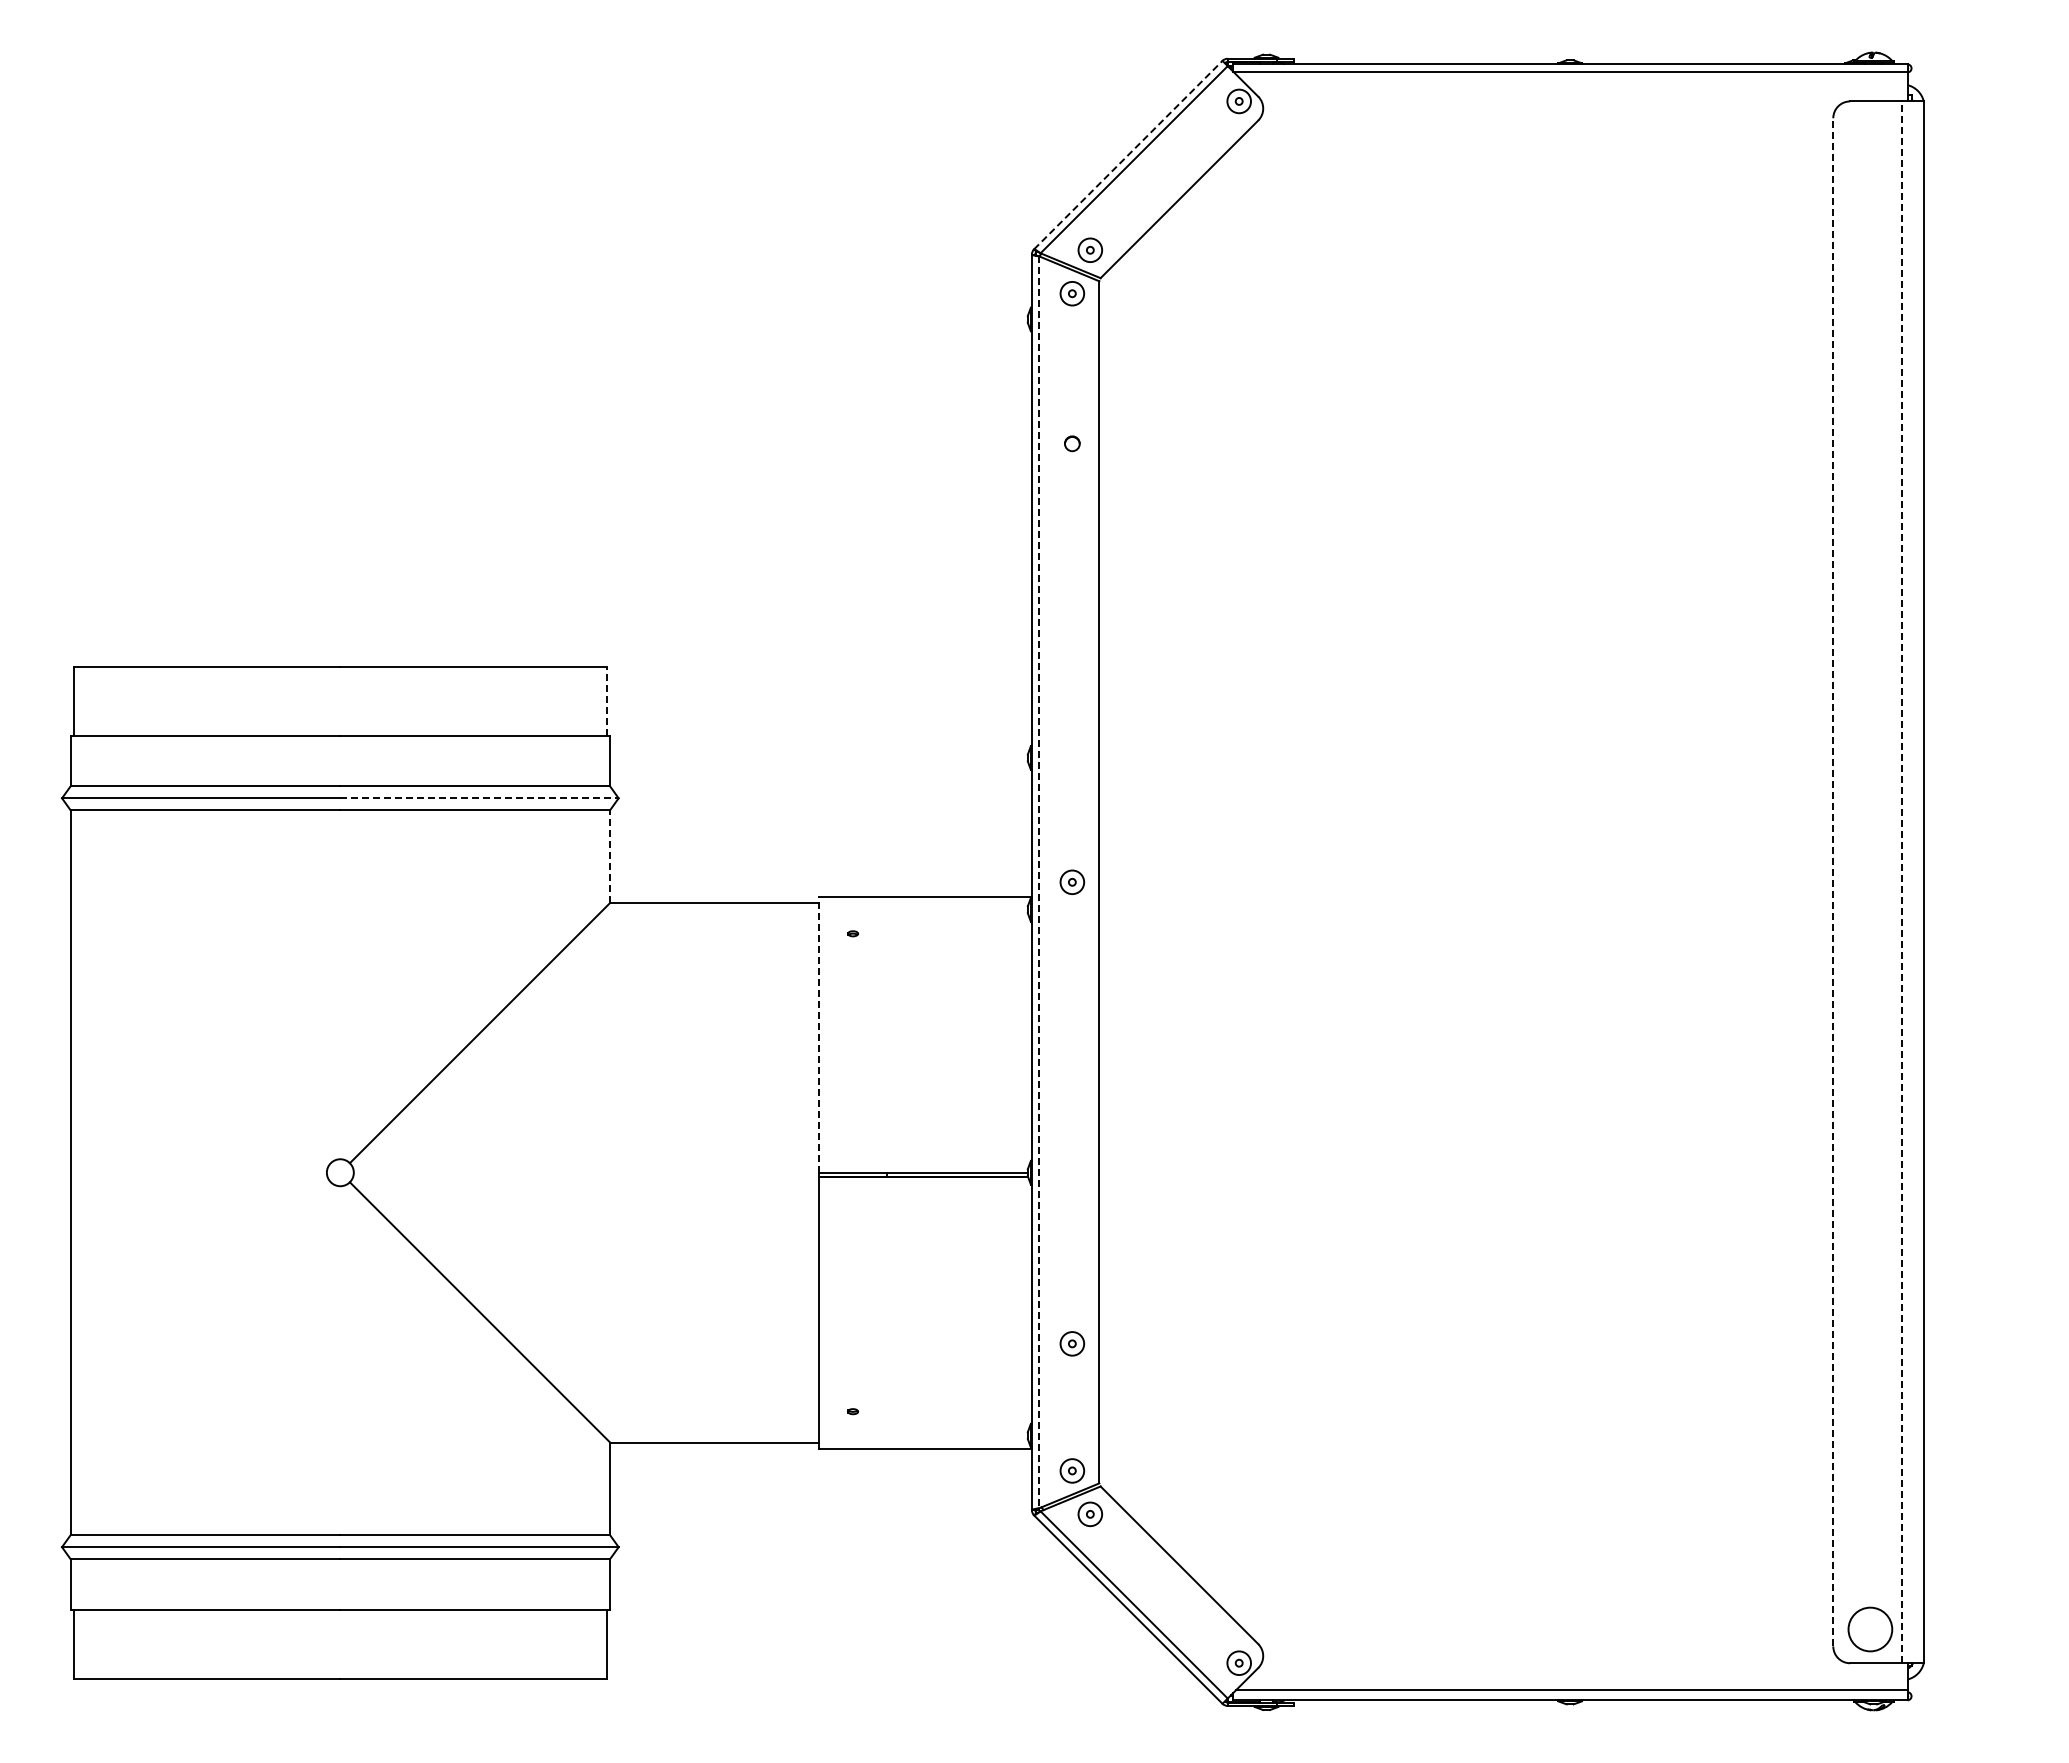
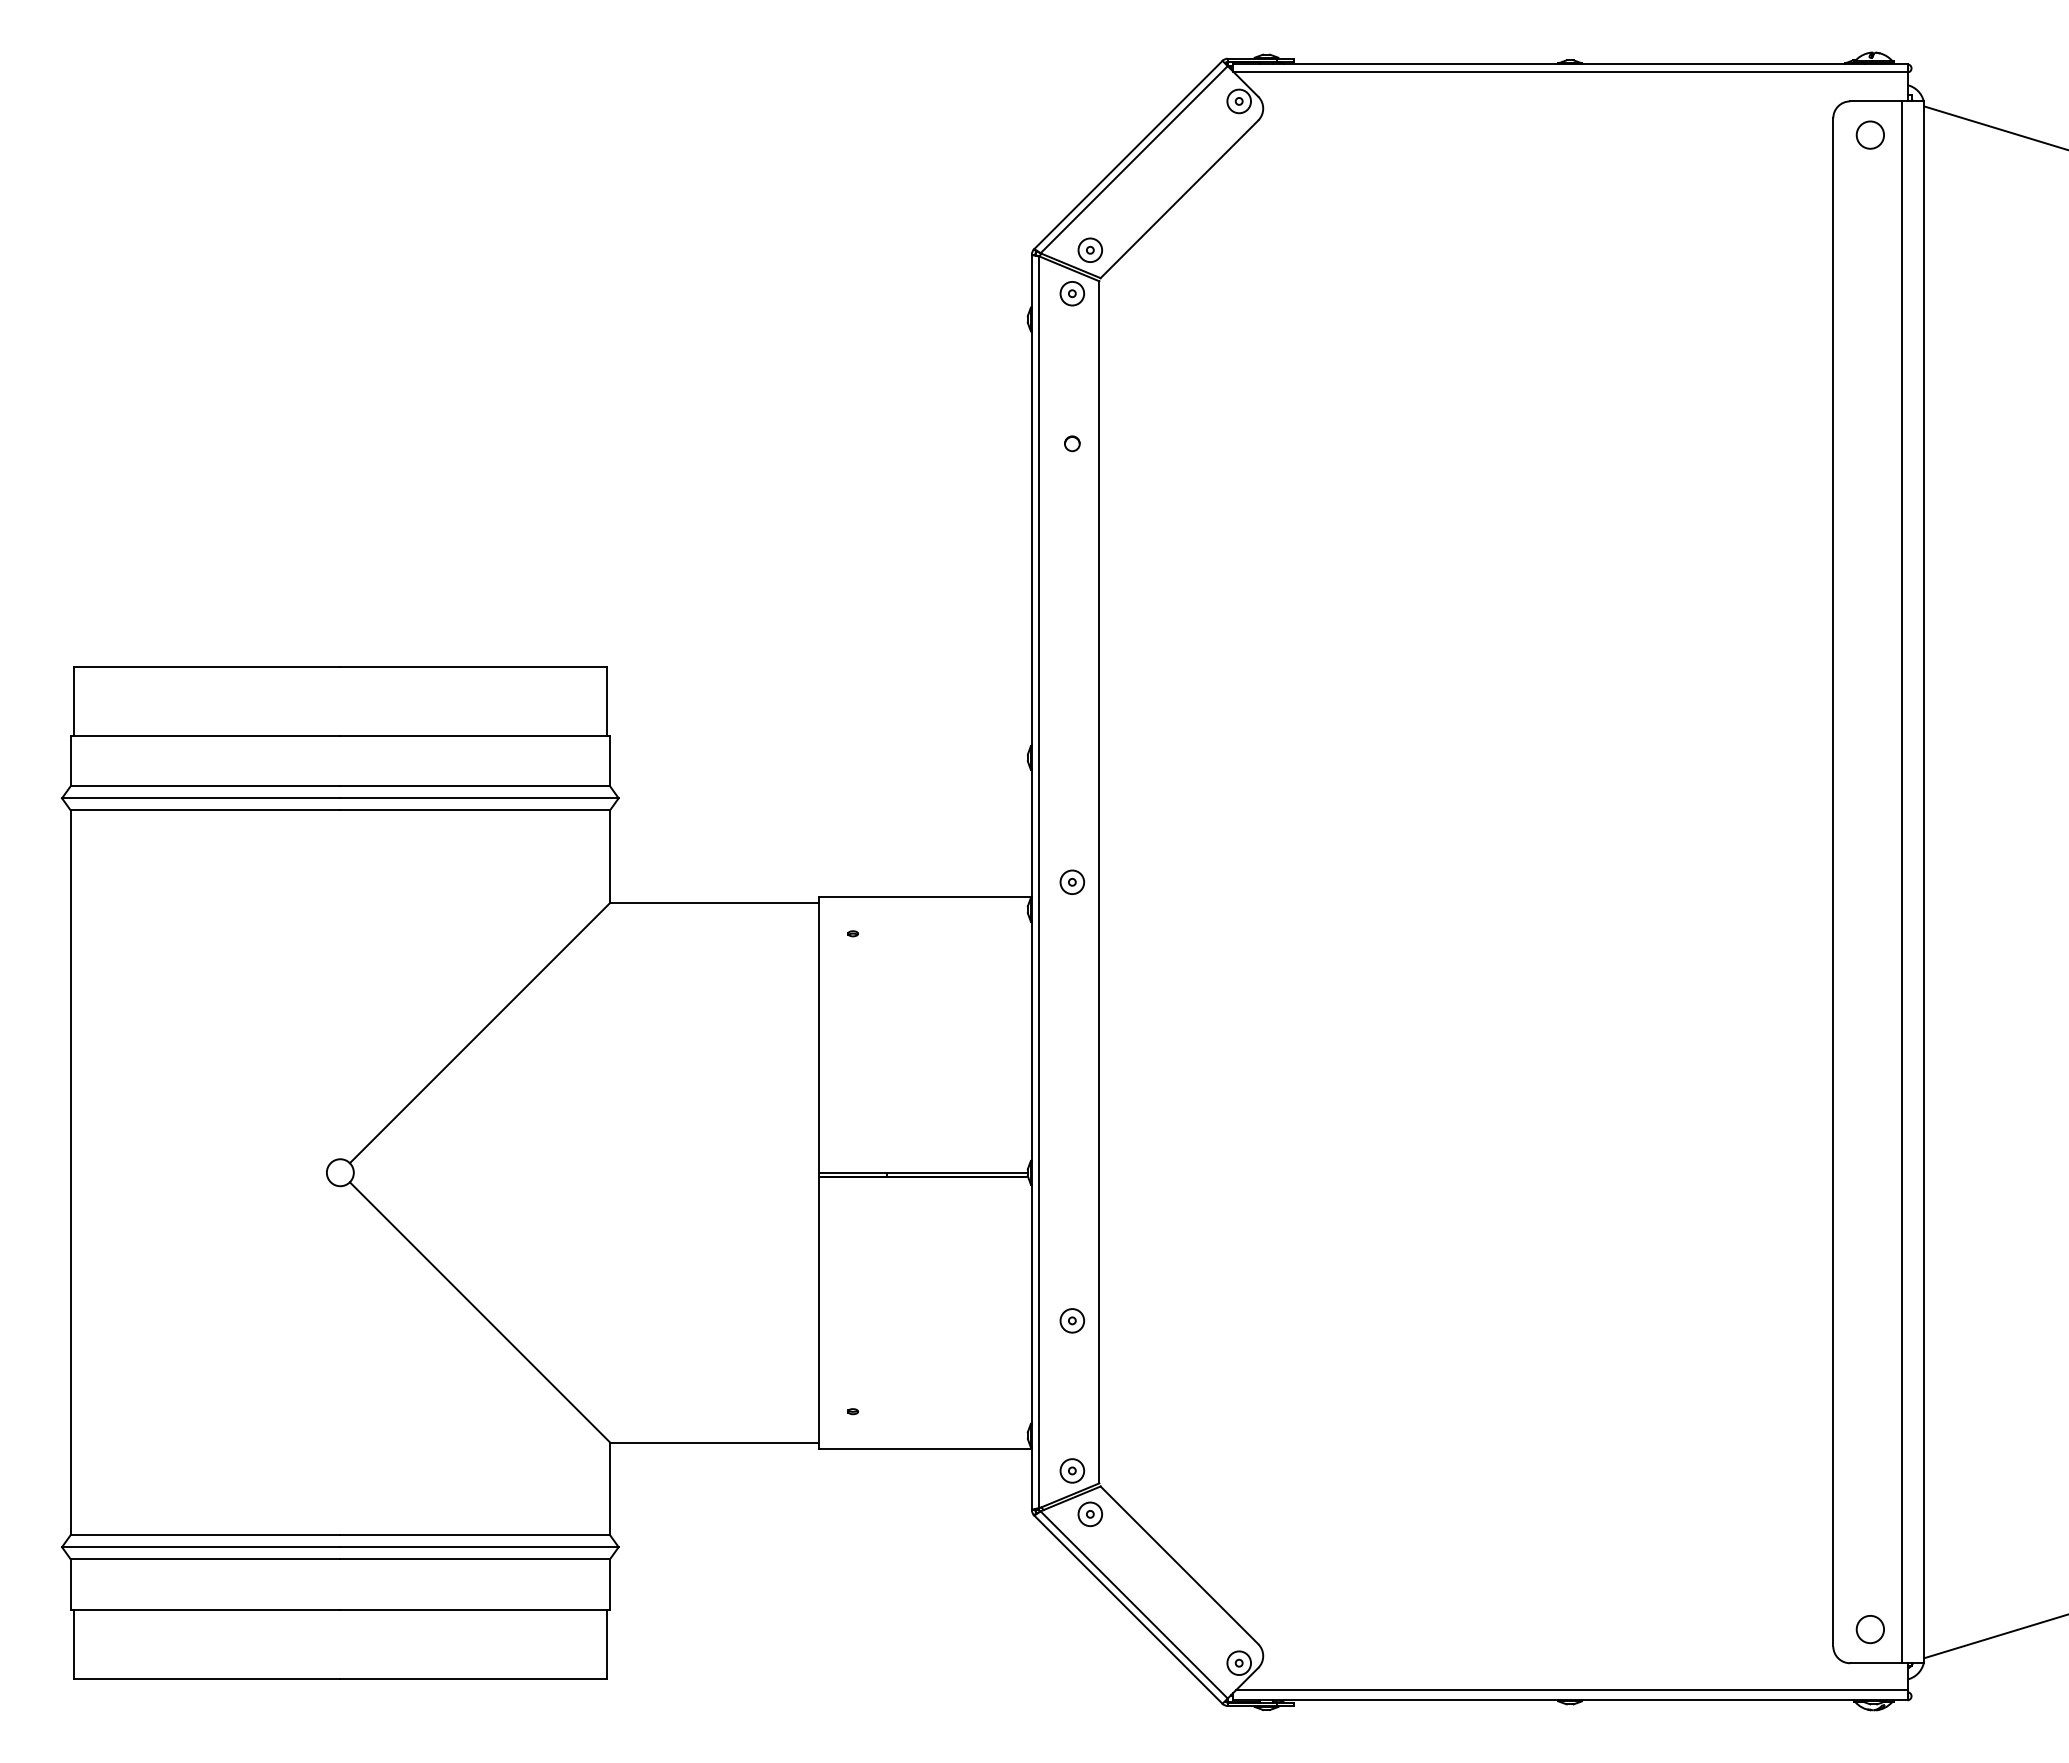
line at (1994, 127): none -> present
circle at (1869, 134): none -> present
line at (1128, 154): dashed -> solid
line at (606, 701): dashed -> solid
line at (480, 798): dashed -> solid
line at (610, 856): dashed -> solid
line at (1833, 881): dashed -> solid
line at (1039, 882): dashed -> solid
line at (1902, 882): dashed -> solid
line at (819, 1034): dashed -> solid
part at (1072, 1343) position: (1072, 1343) -> (1072, 1320)
circle at (1870, 1629) diameter: 44 px -> 27 px
line at (1994, 1636): none -> present
